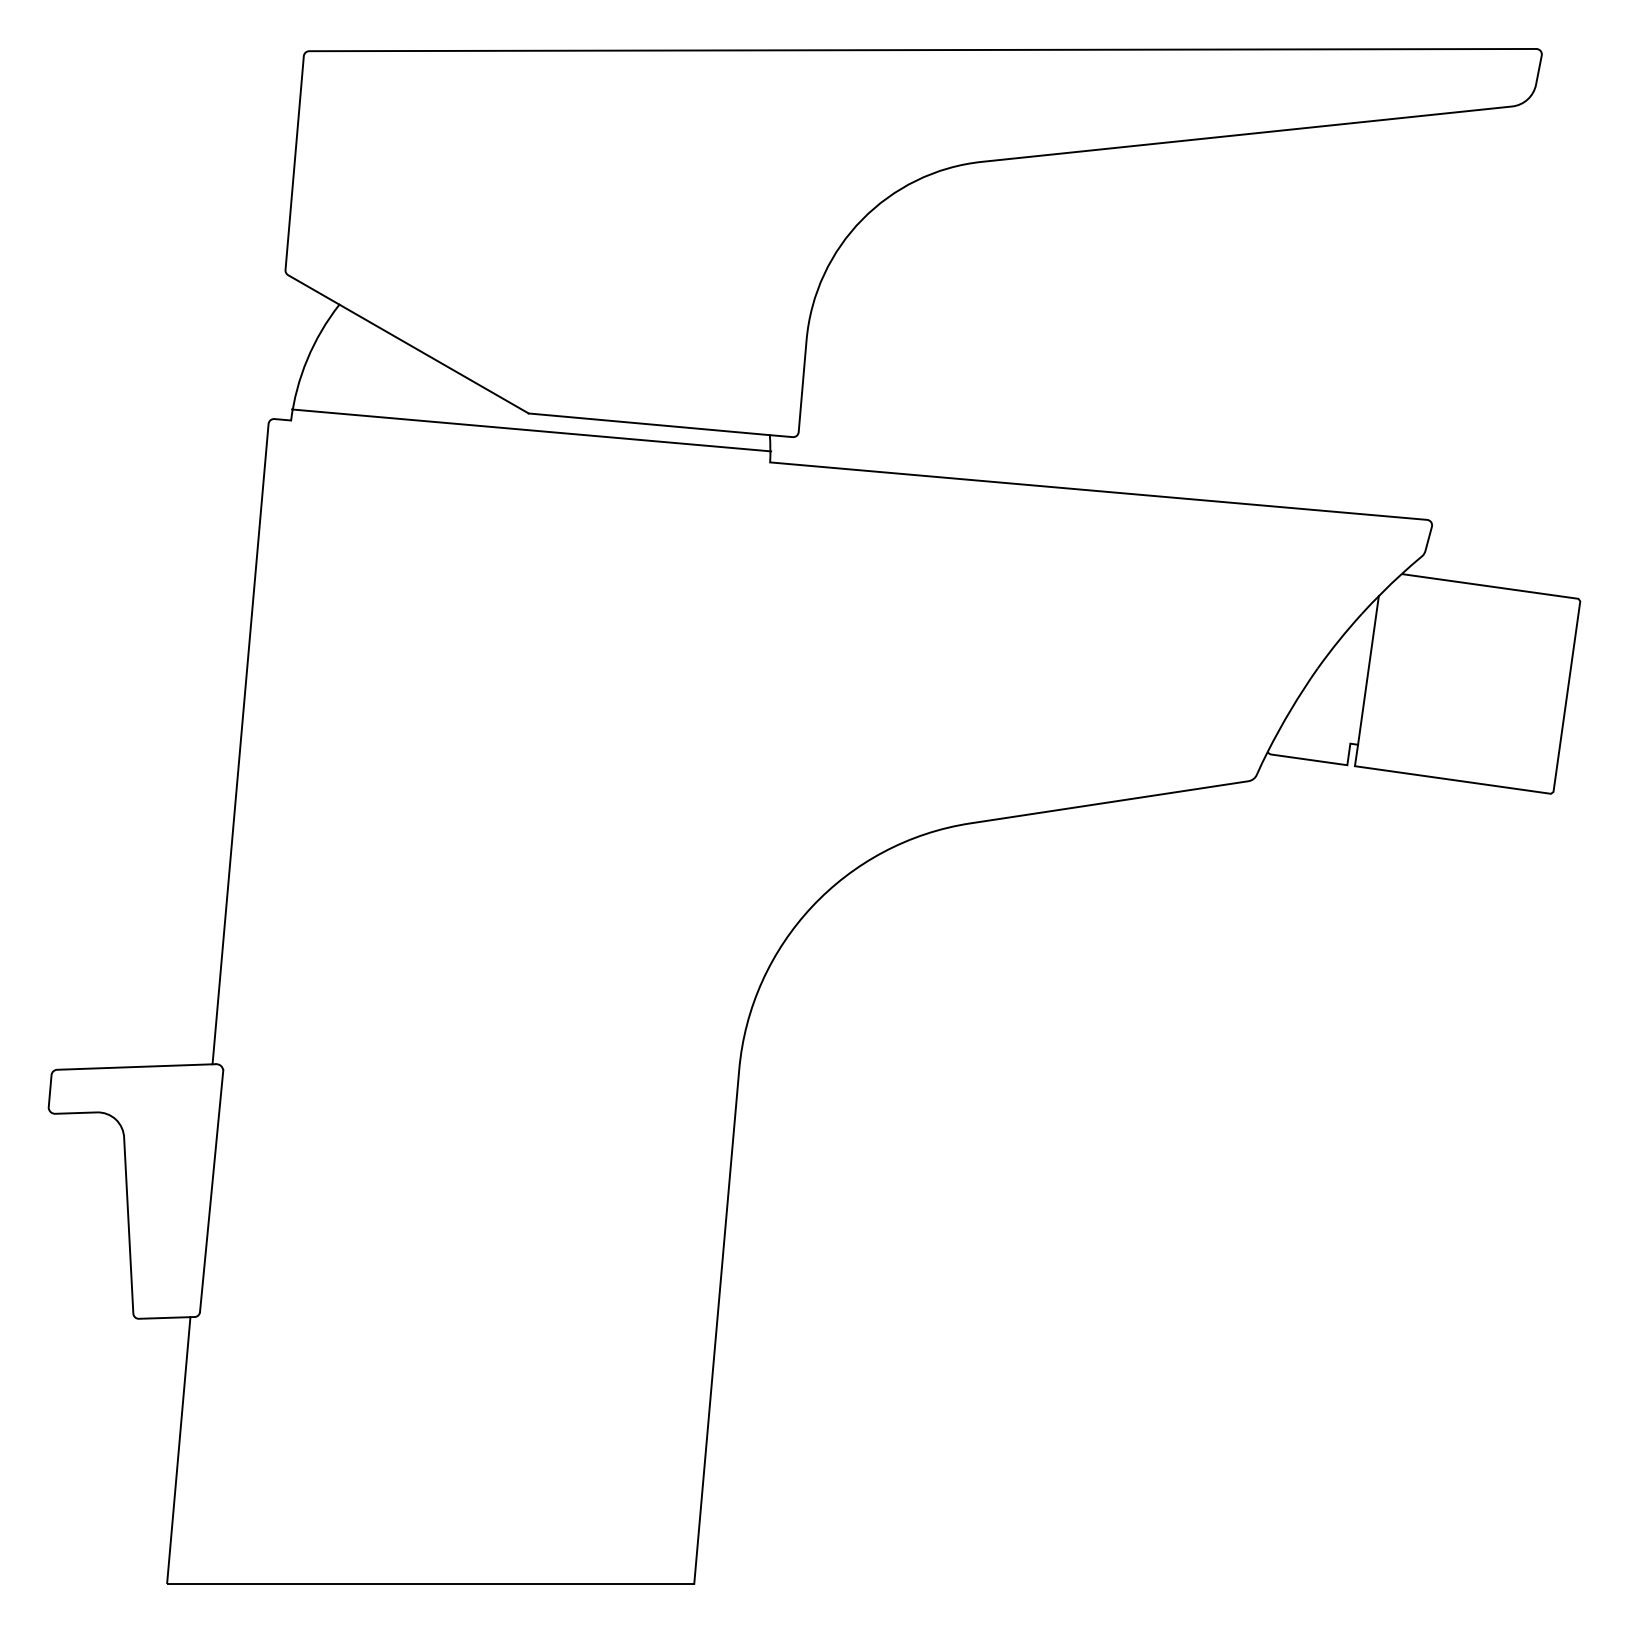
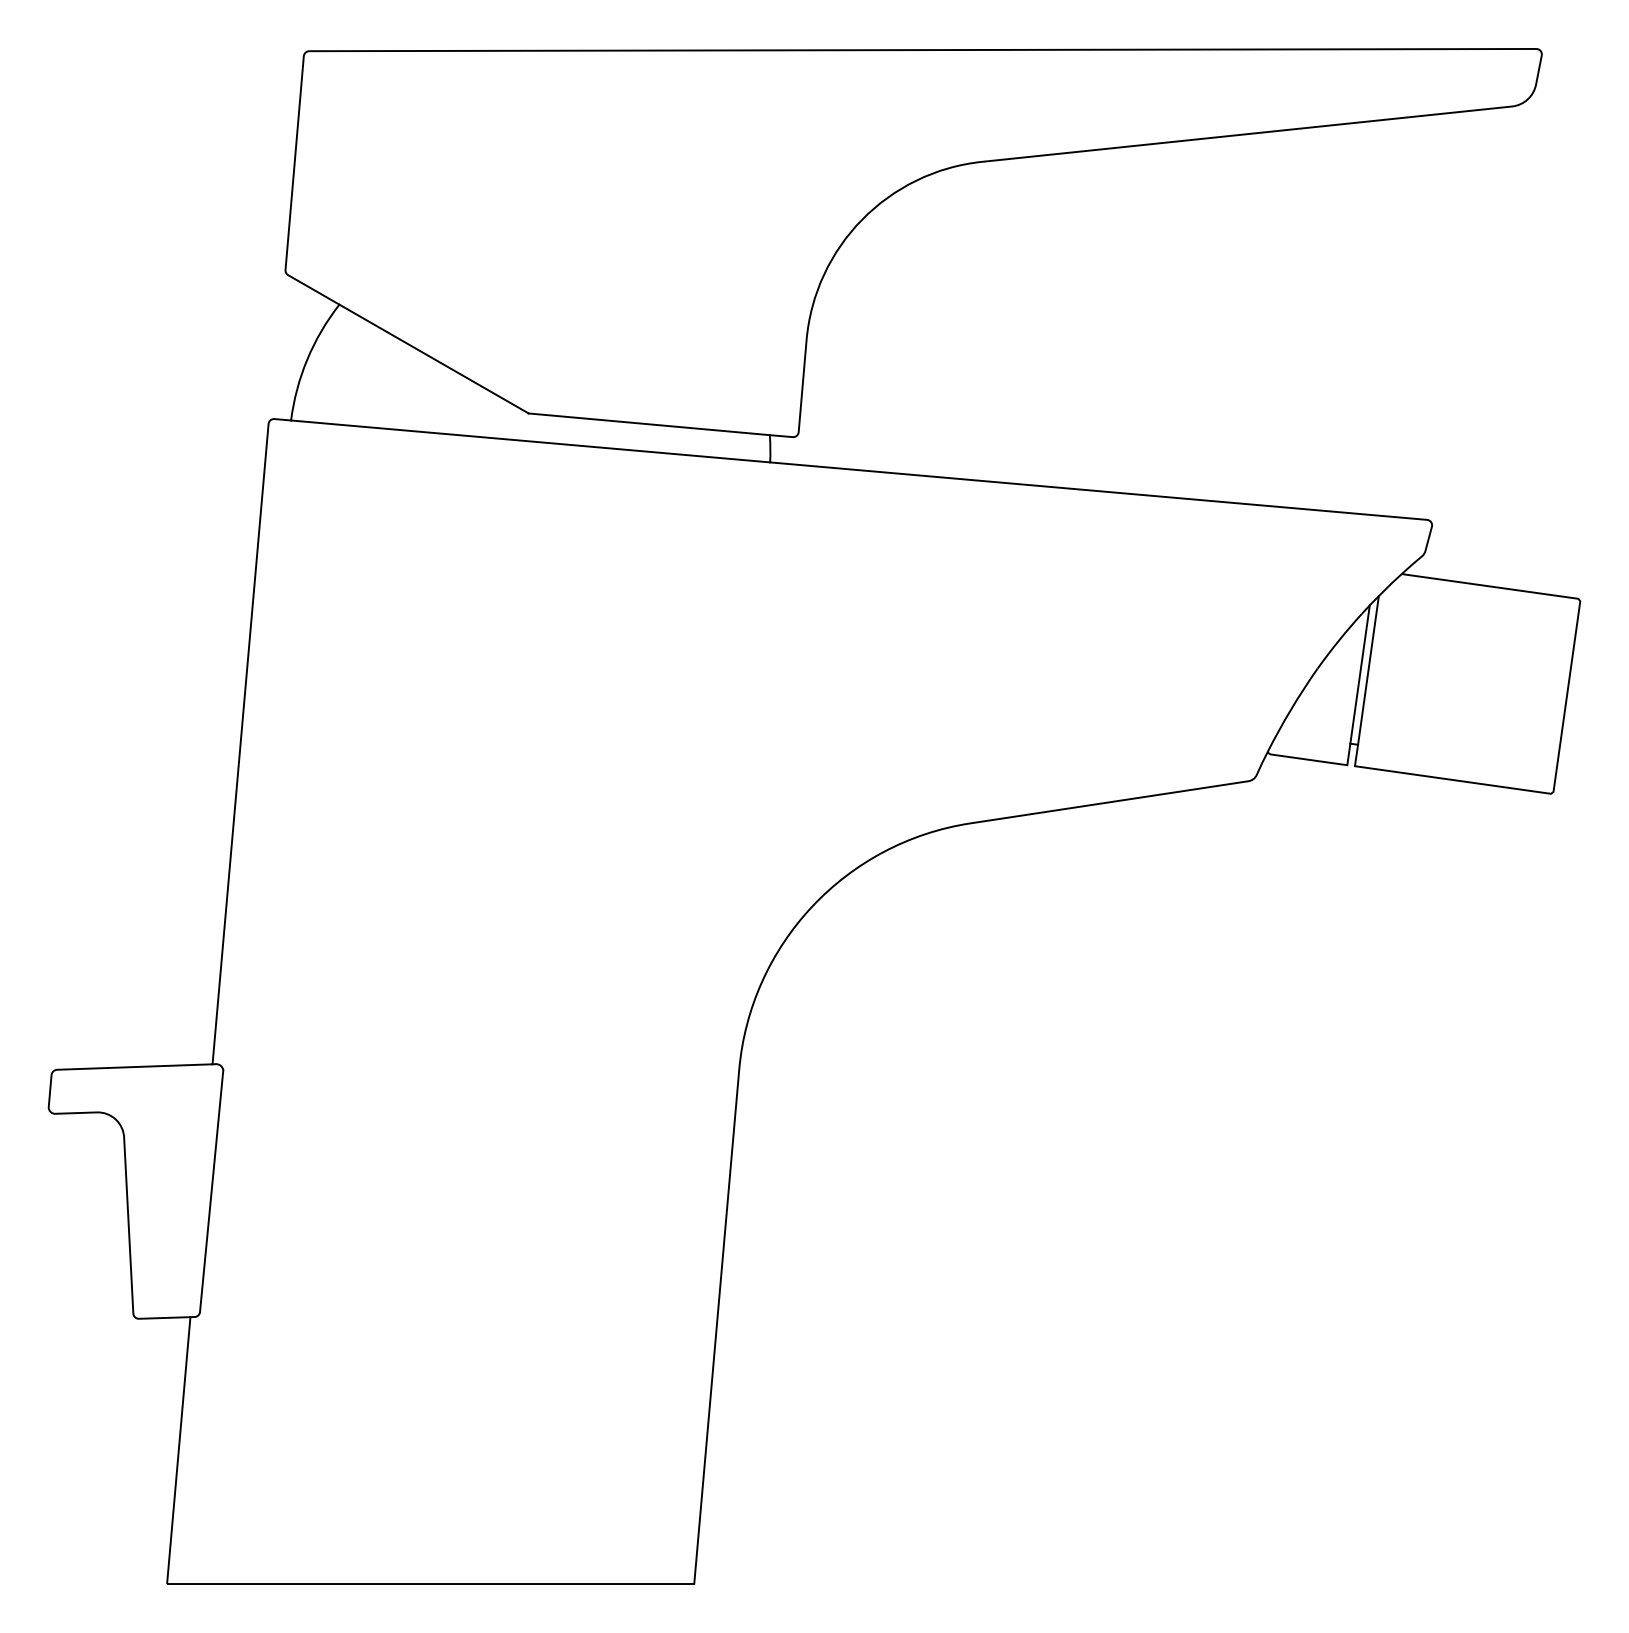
line at (531, 430) position: (531, 430) -> (530, 441)
line at (1359, 674): none -> present
